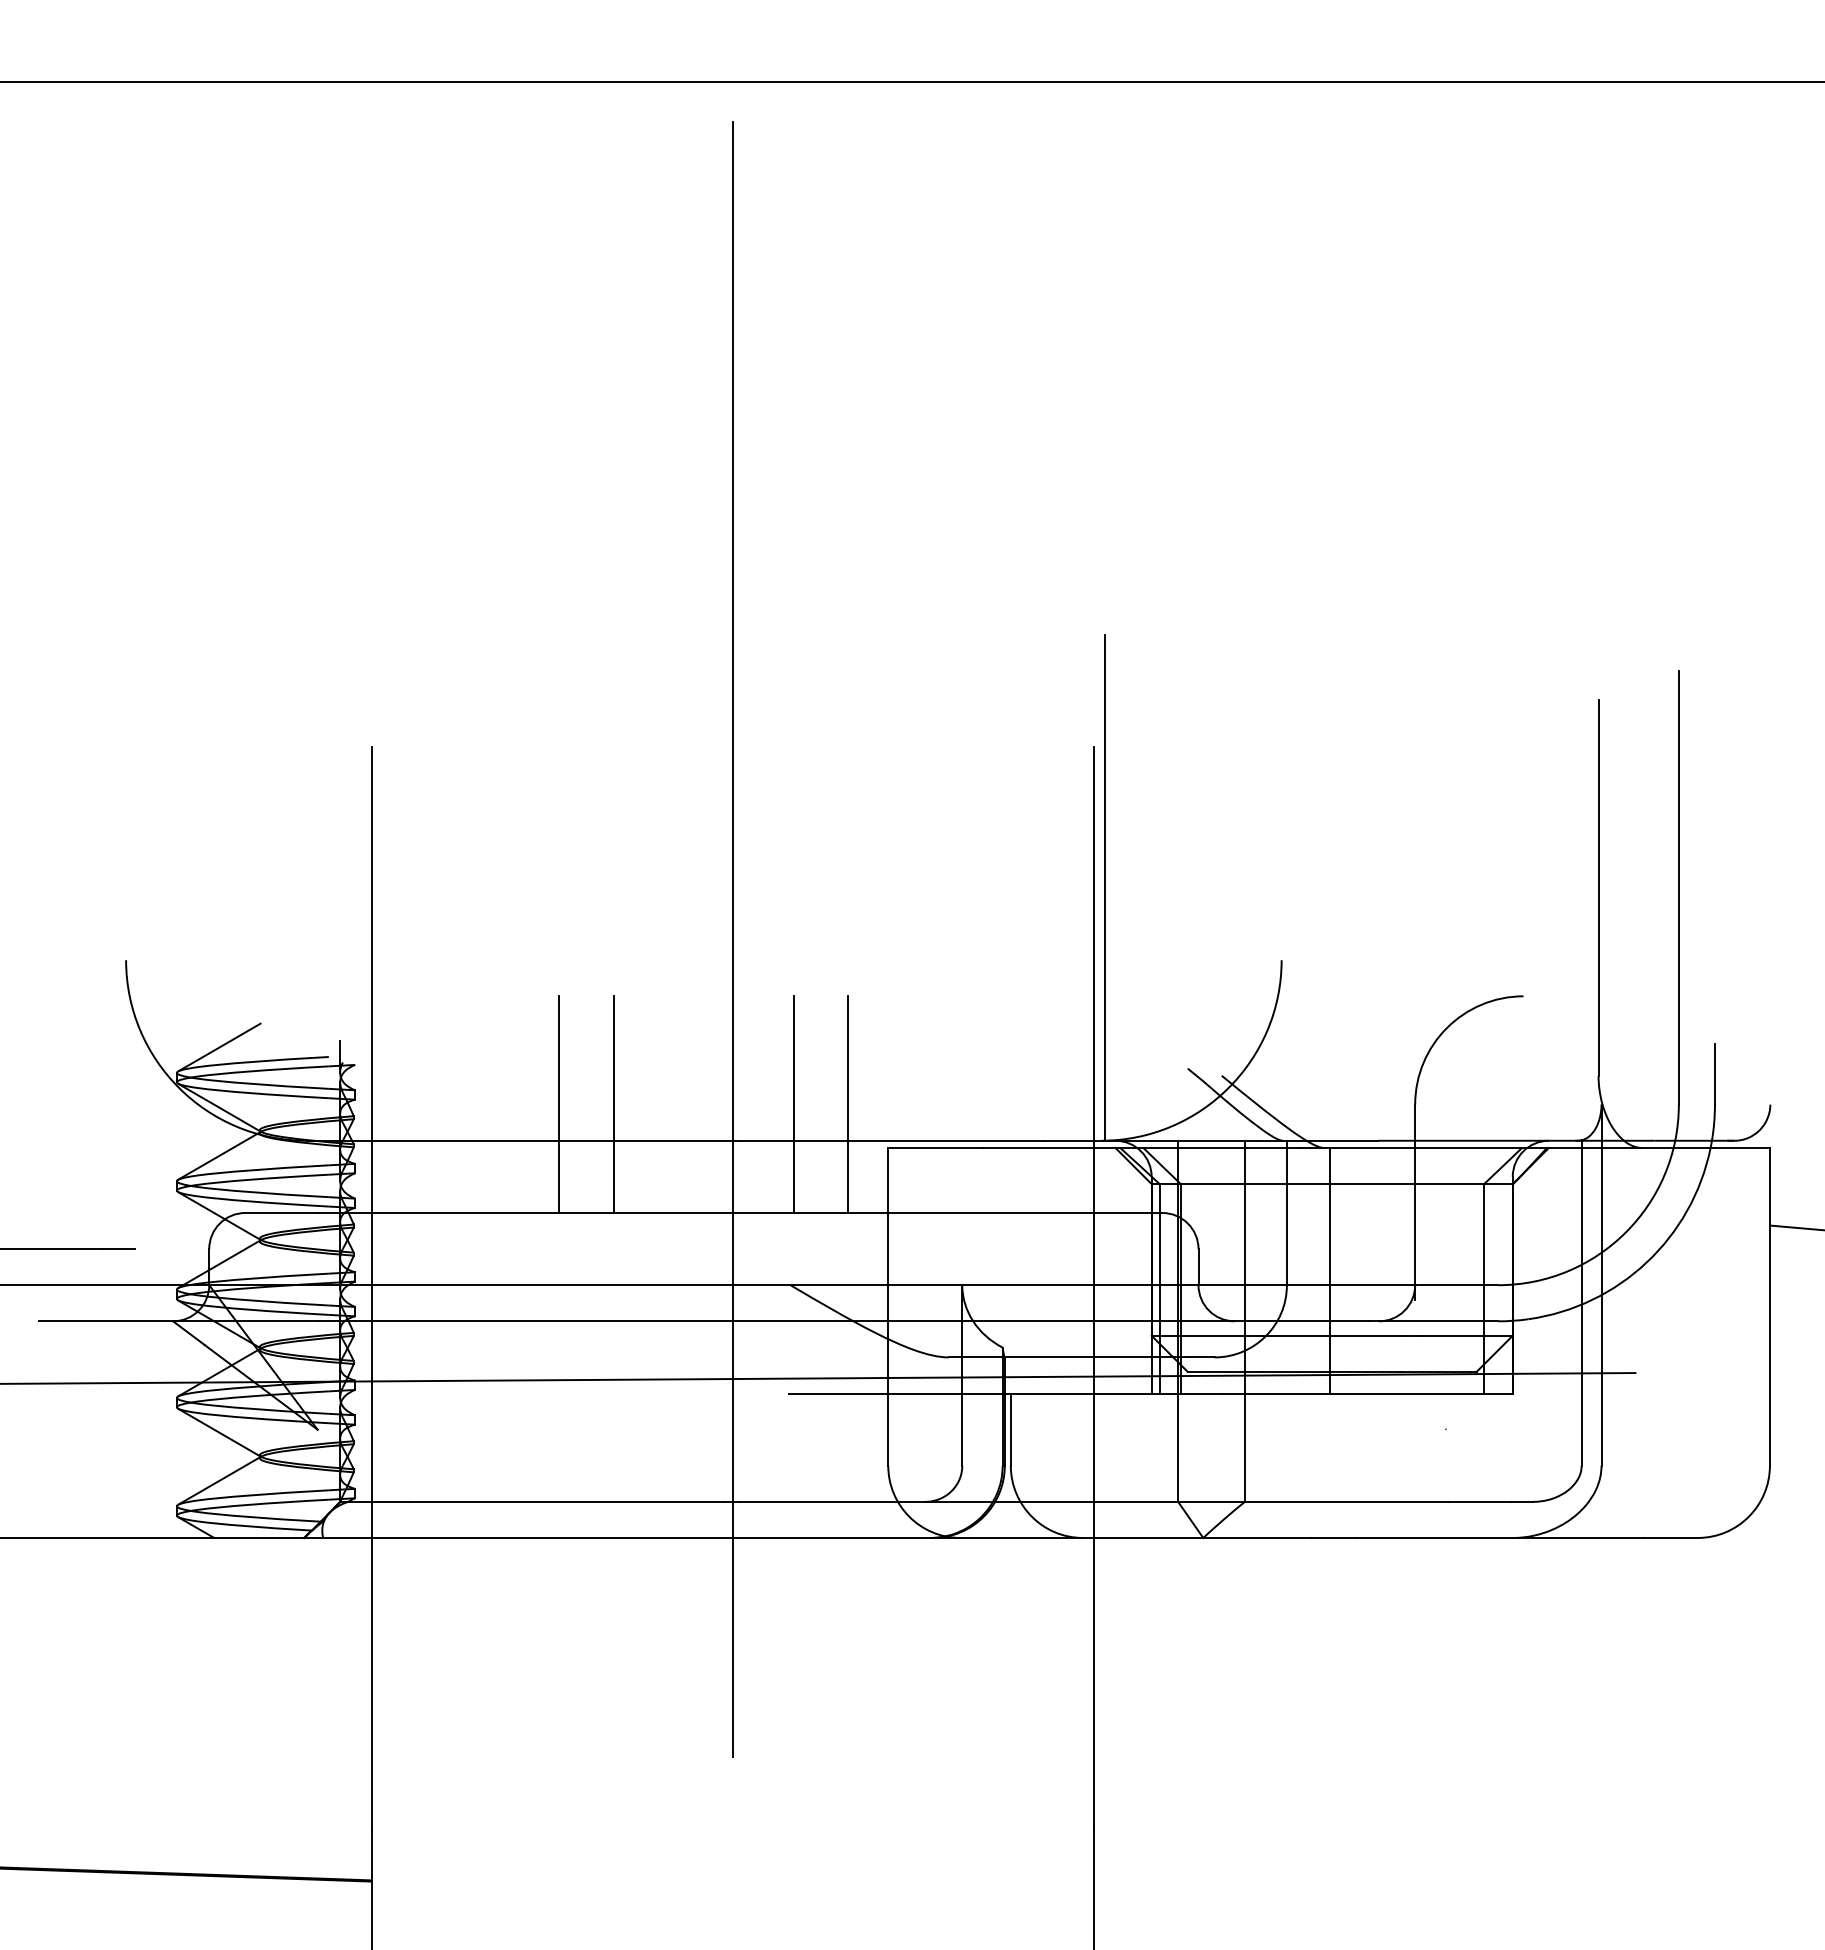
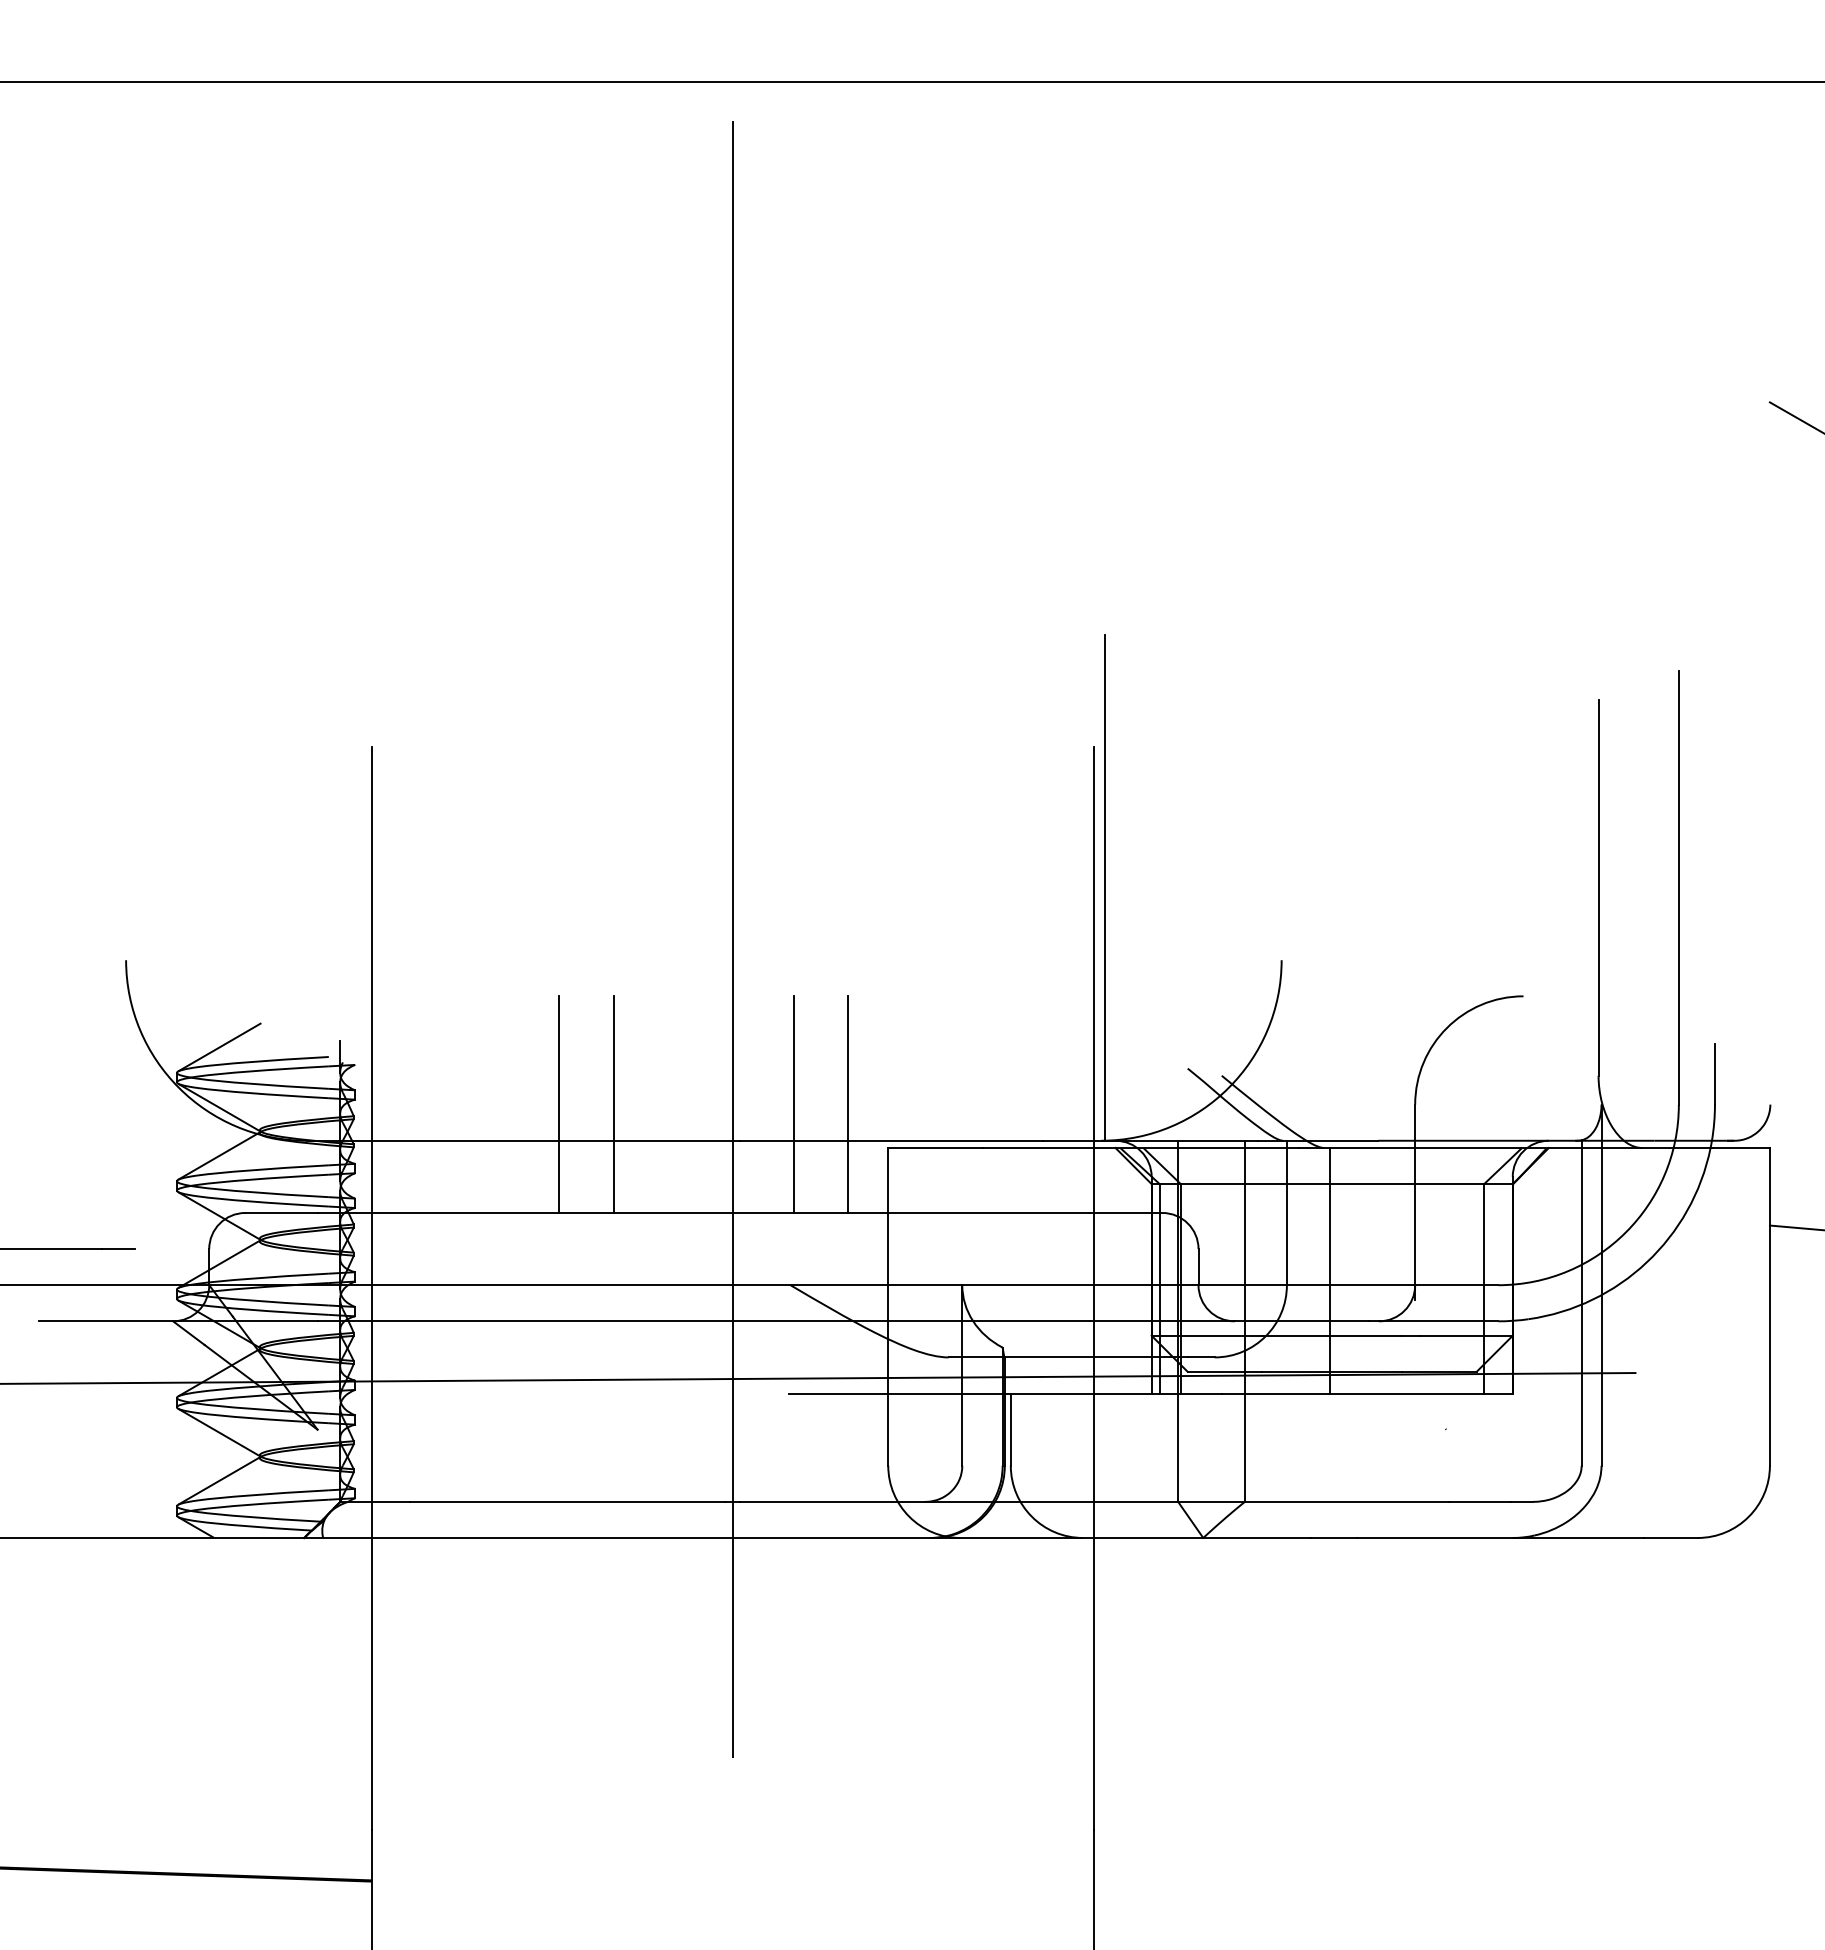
line at (1795, 417): none -> present
